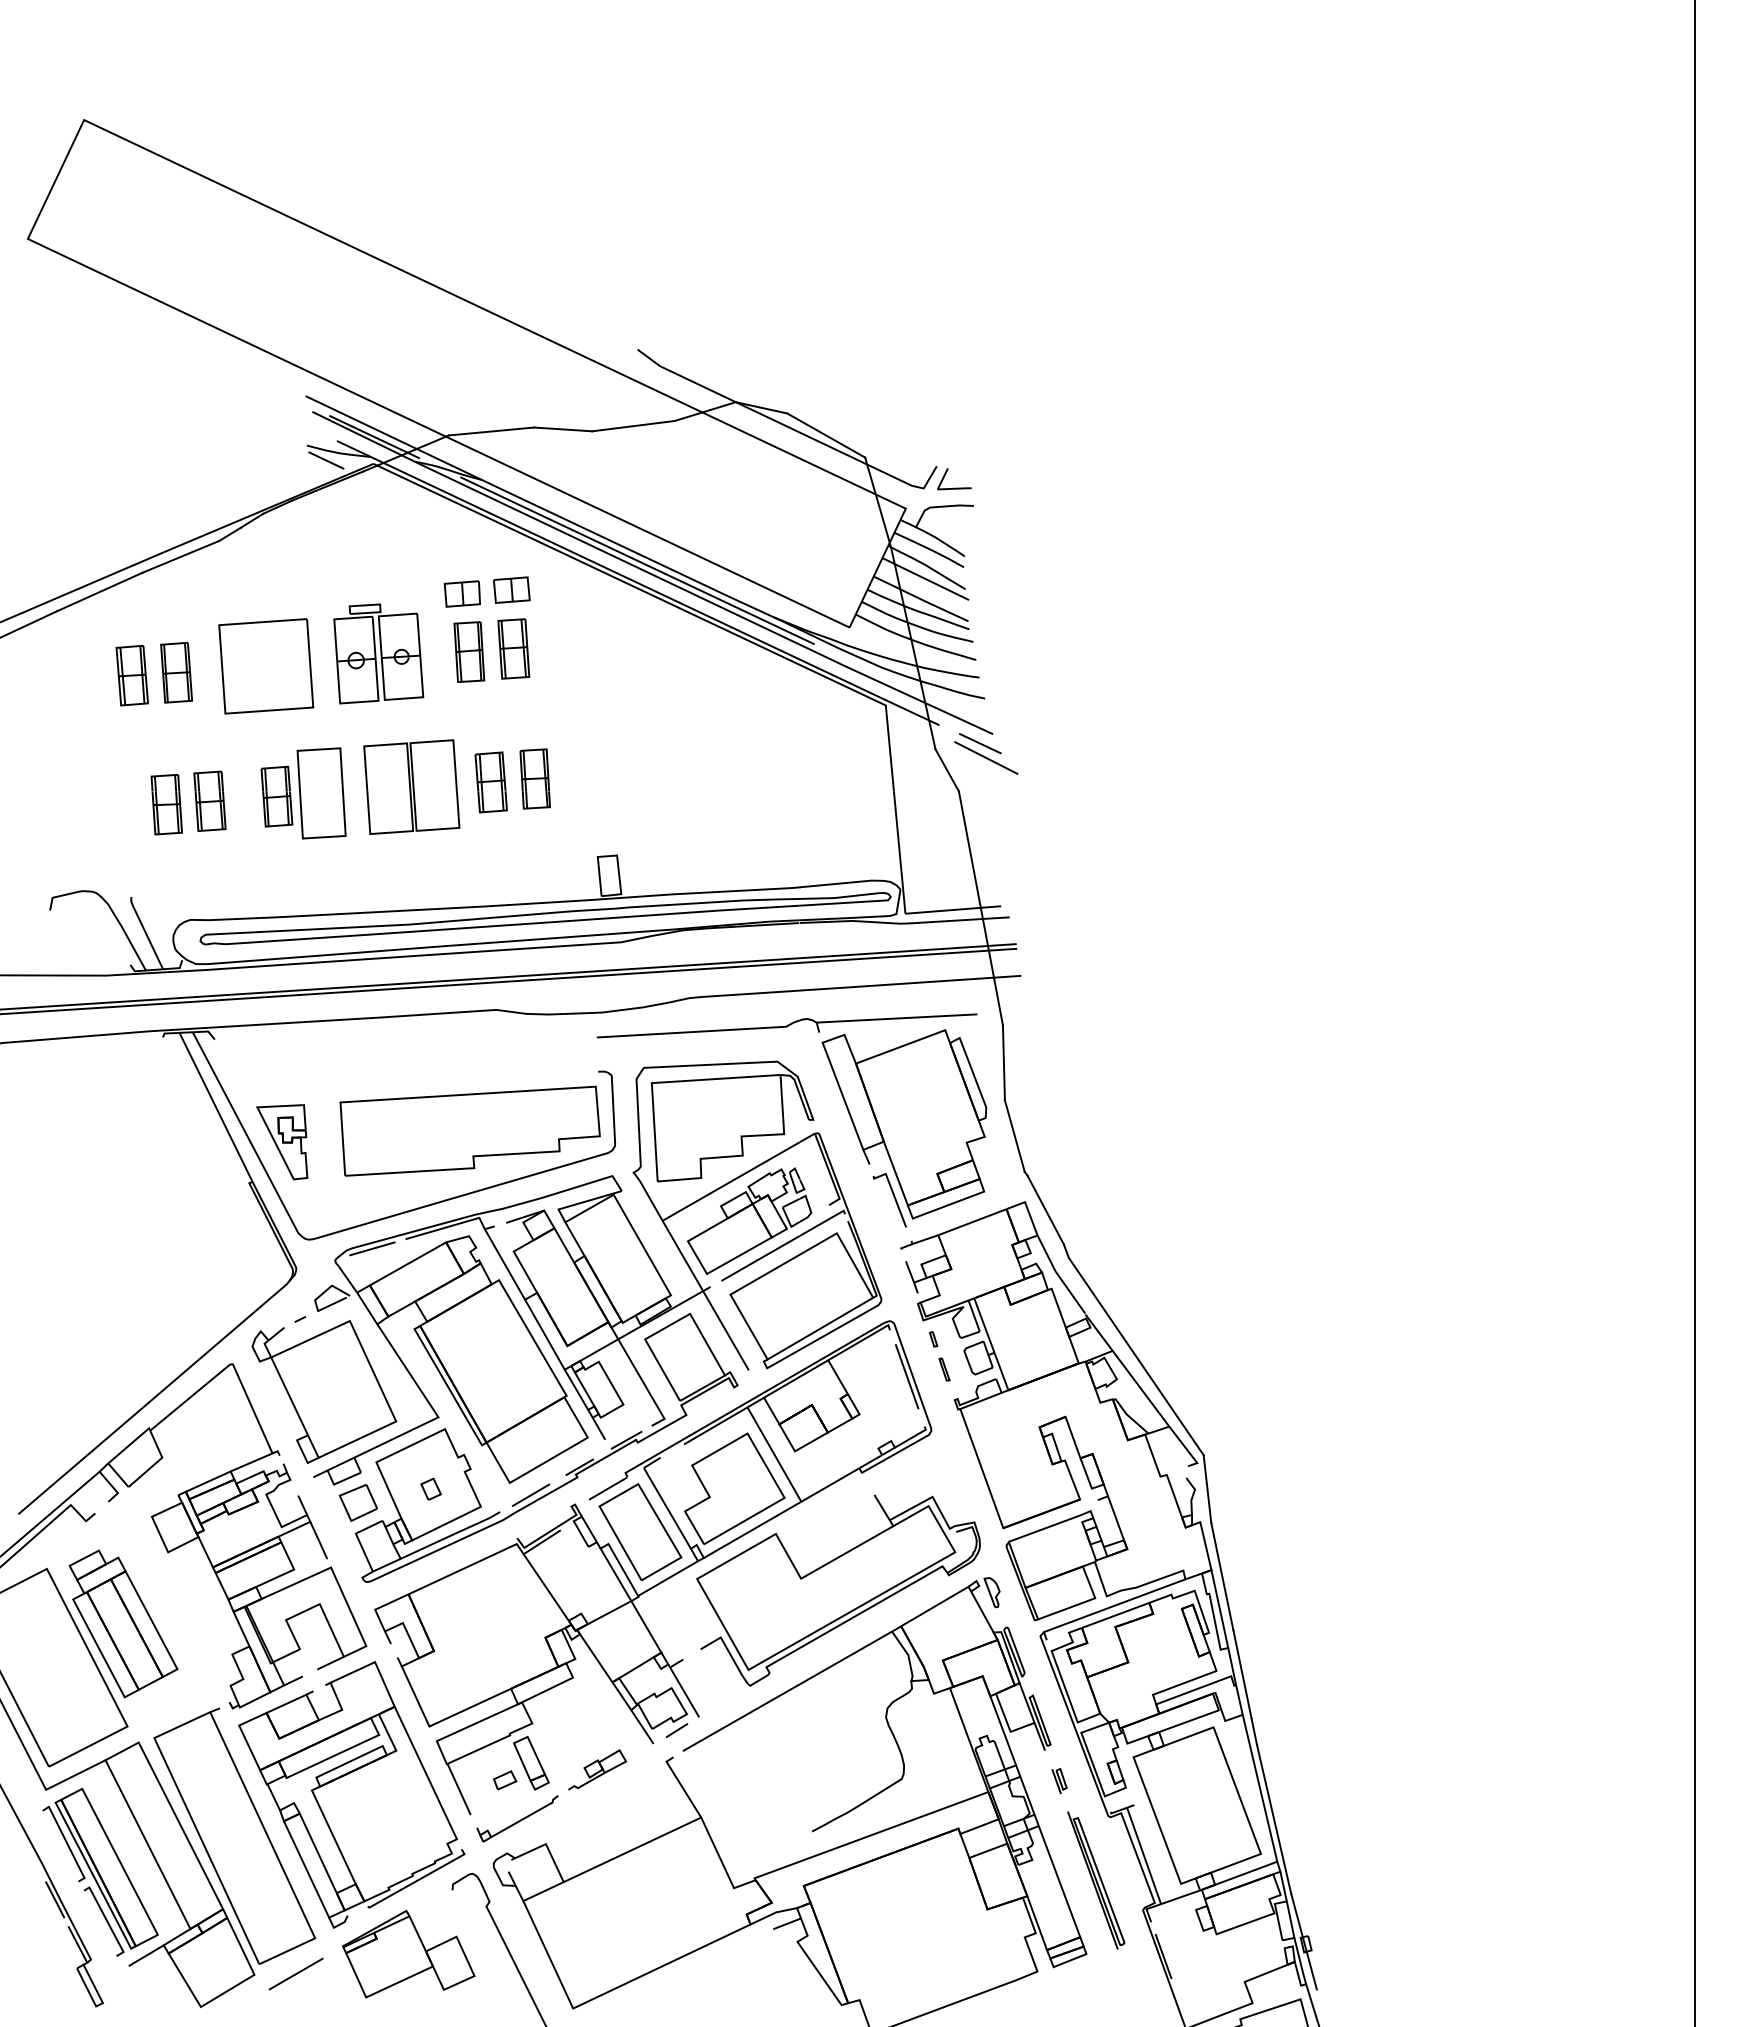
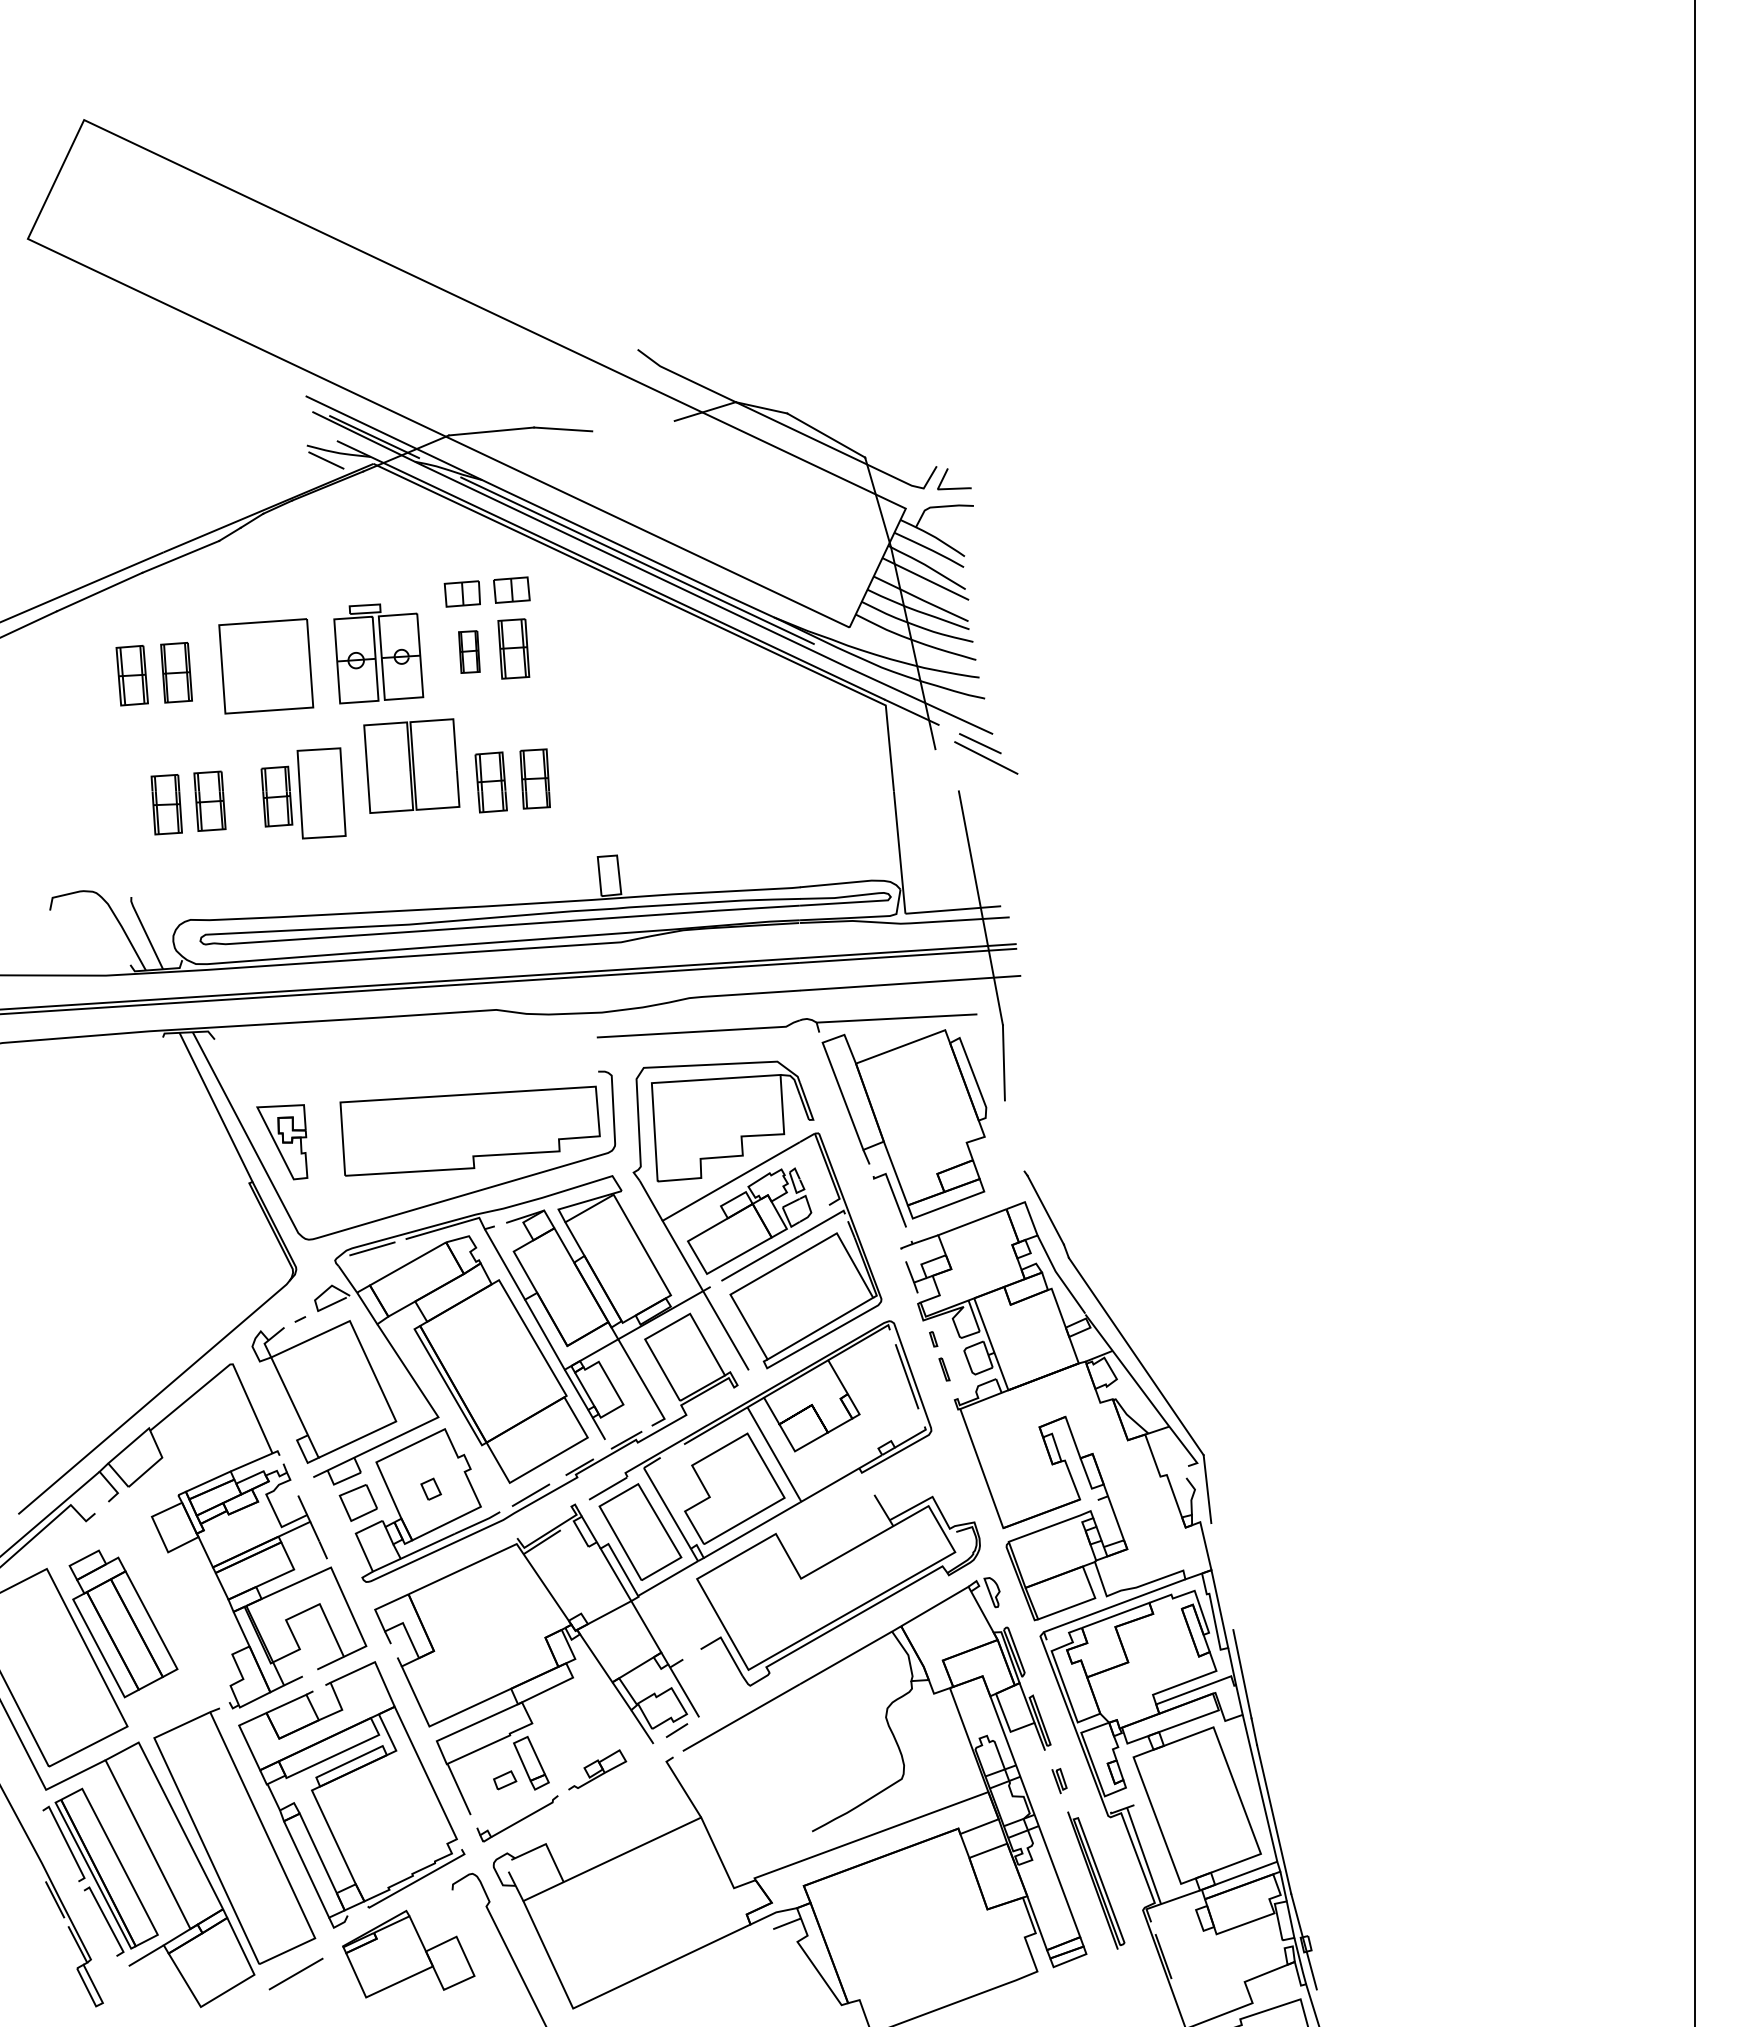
line at (633, 425): present -> none
part at (469, 651) size: 33x62 px -> 23x44 px
line at (946, 770): present -> none
part at (411, 786) position: (411, 786) -> (411, 765)
line at (1014, 1135): present -> none
line at (1222, 1576): present -> none
